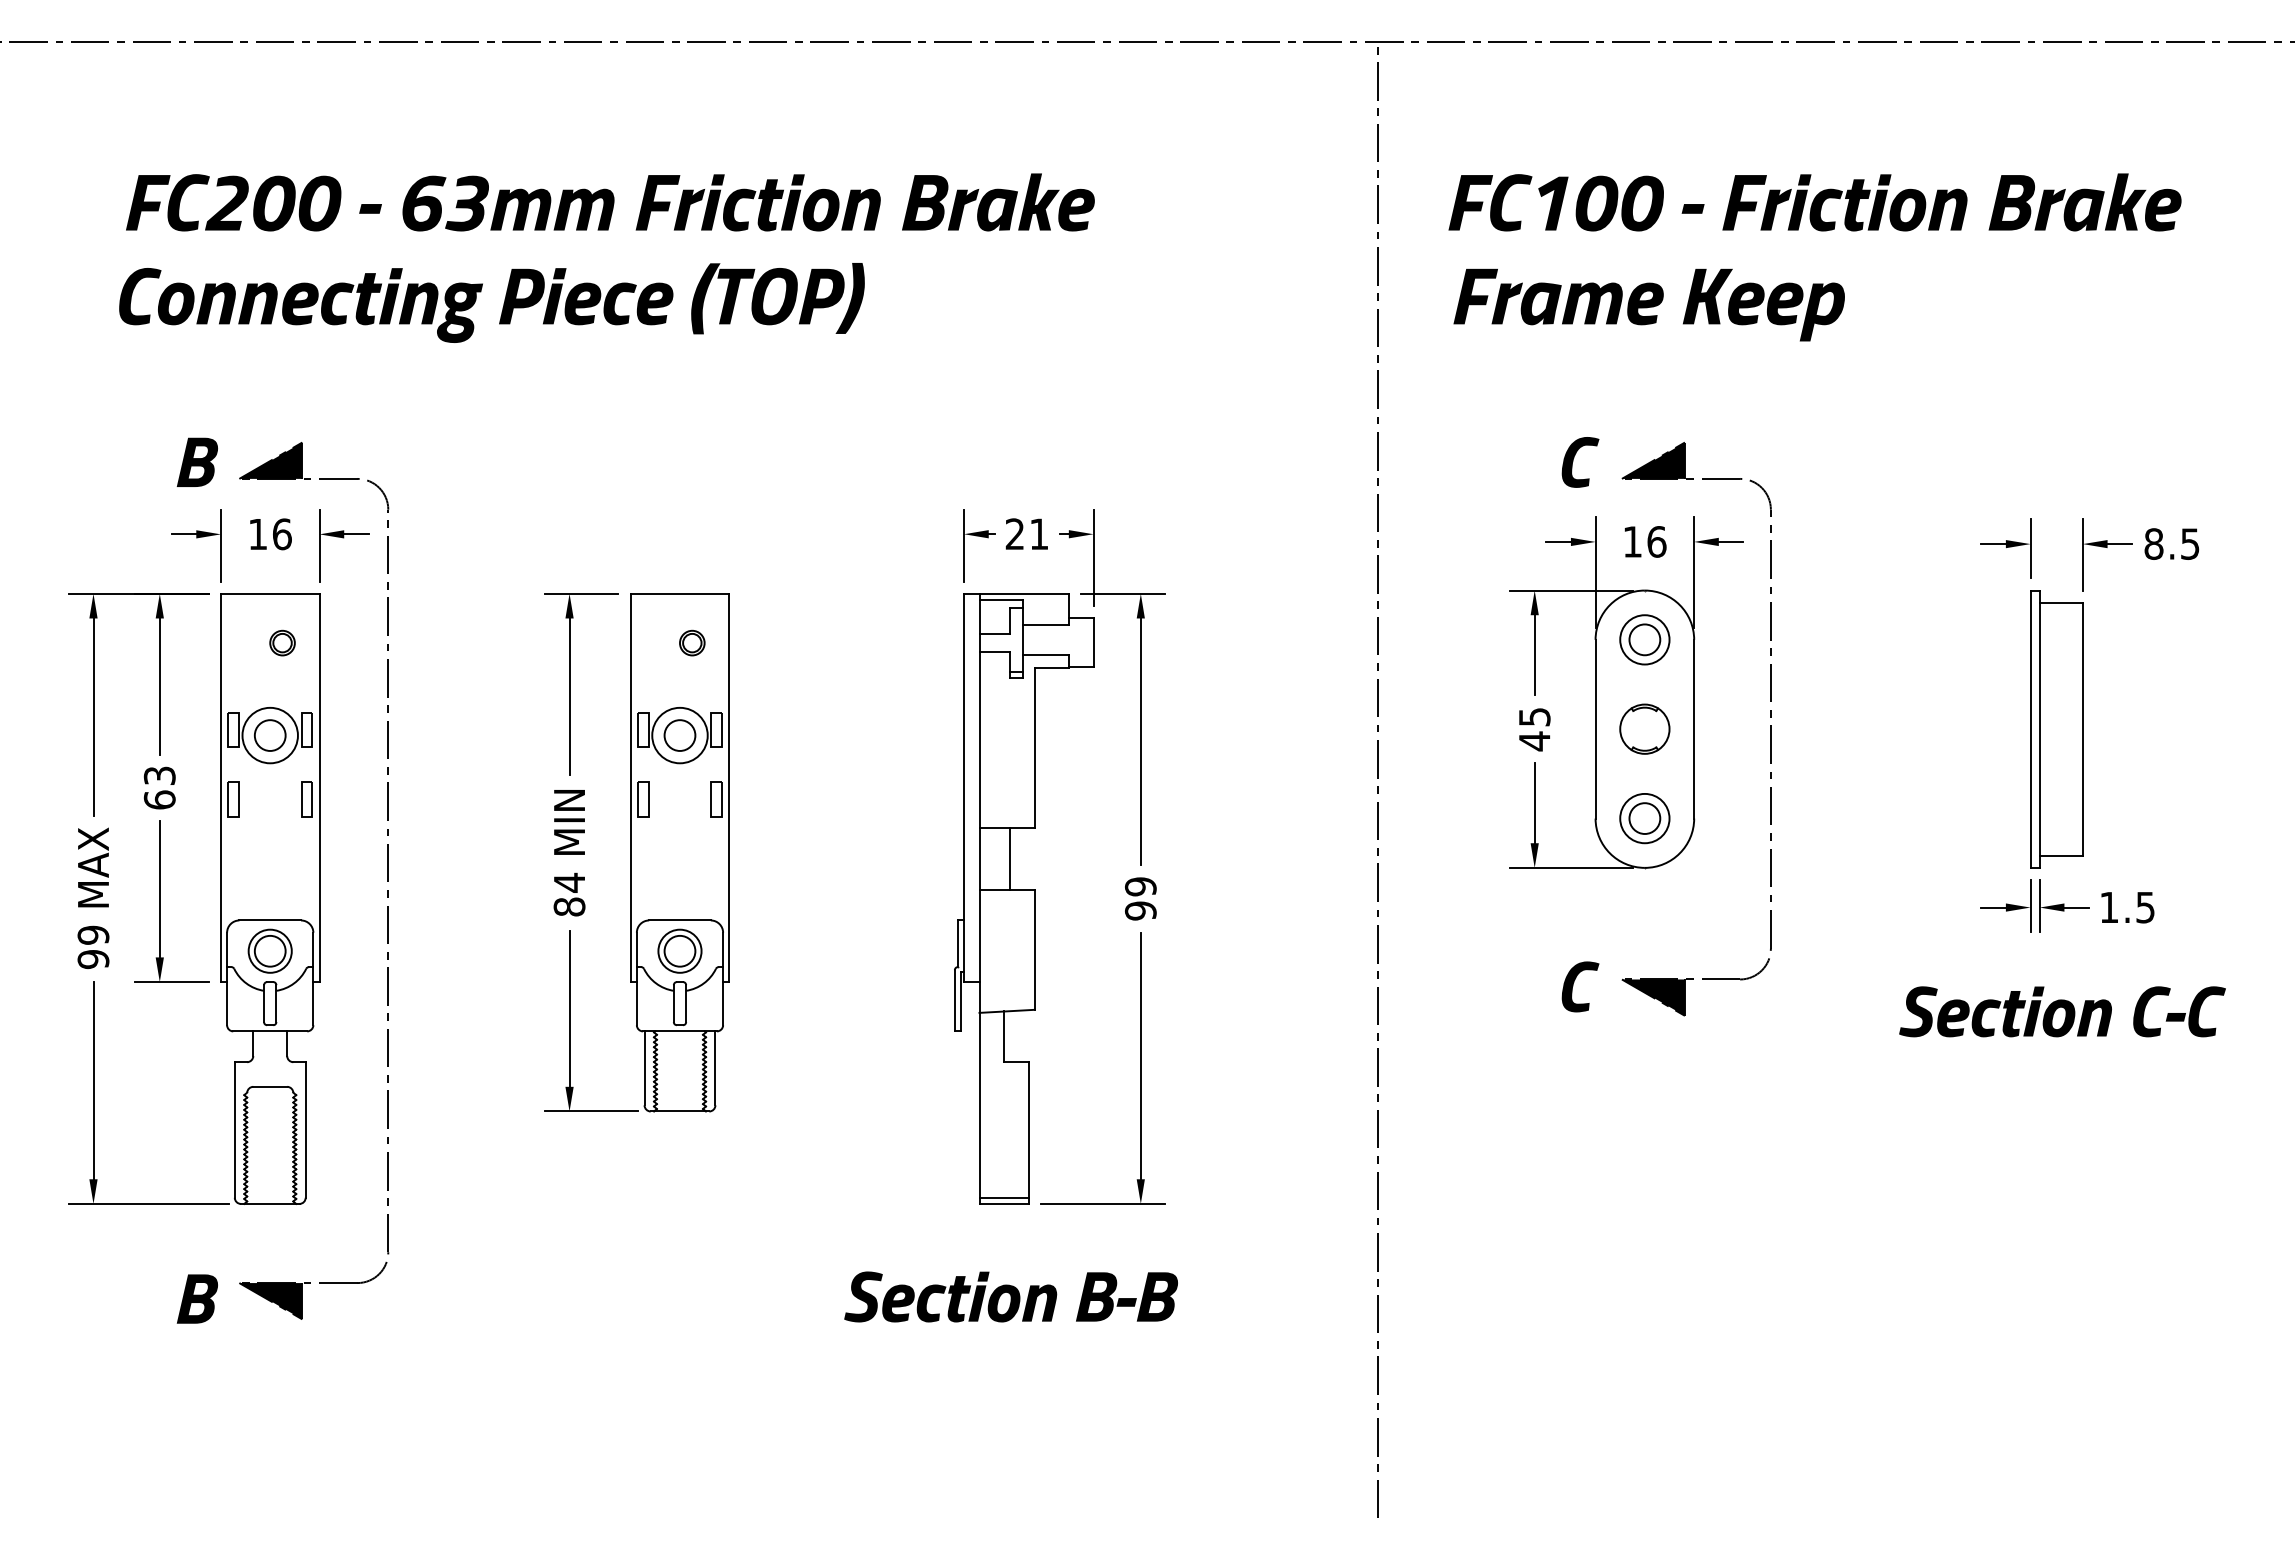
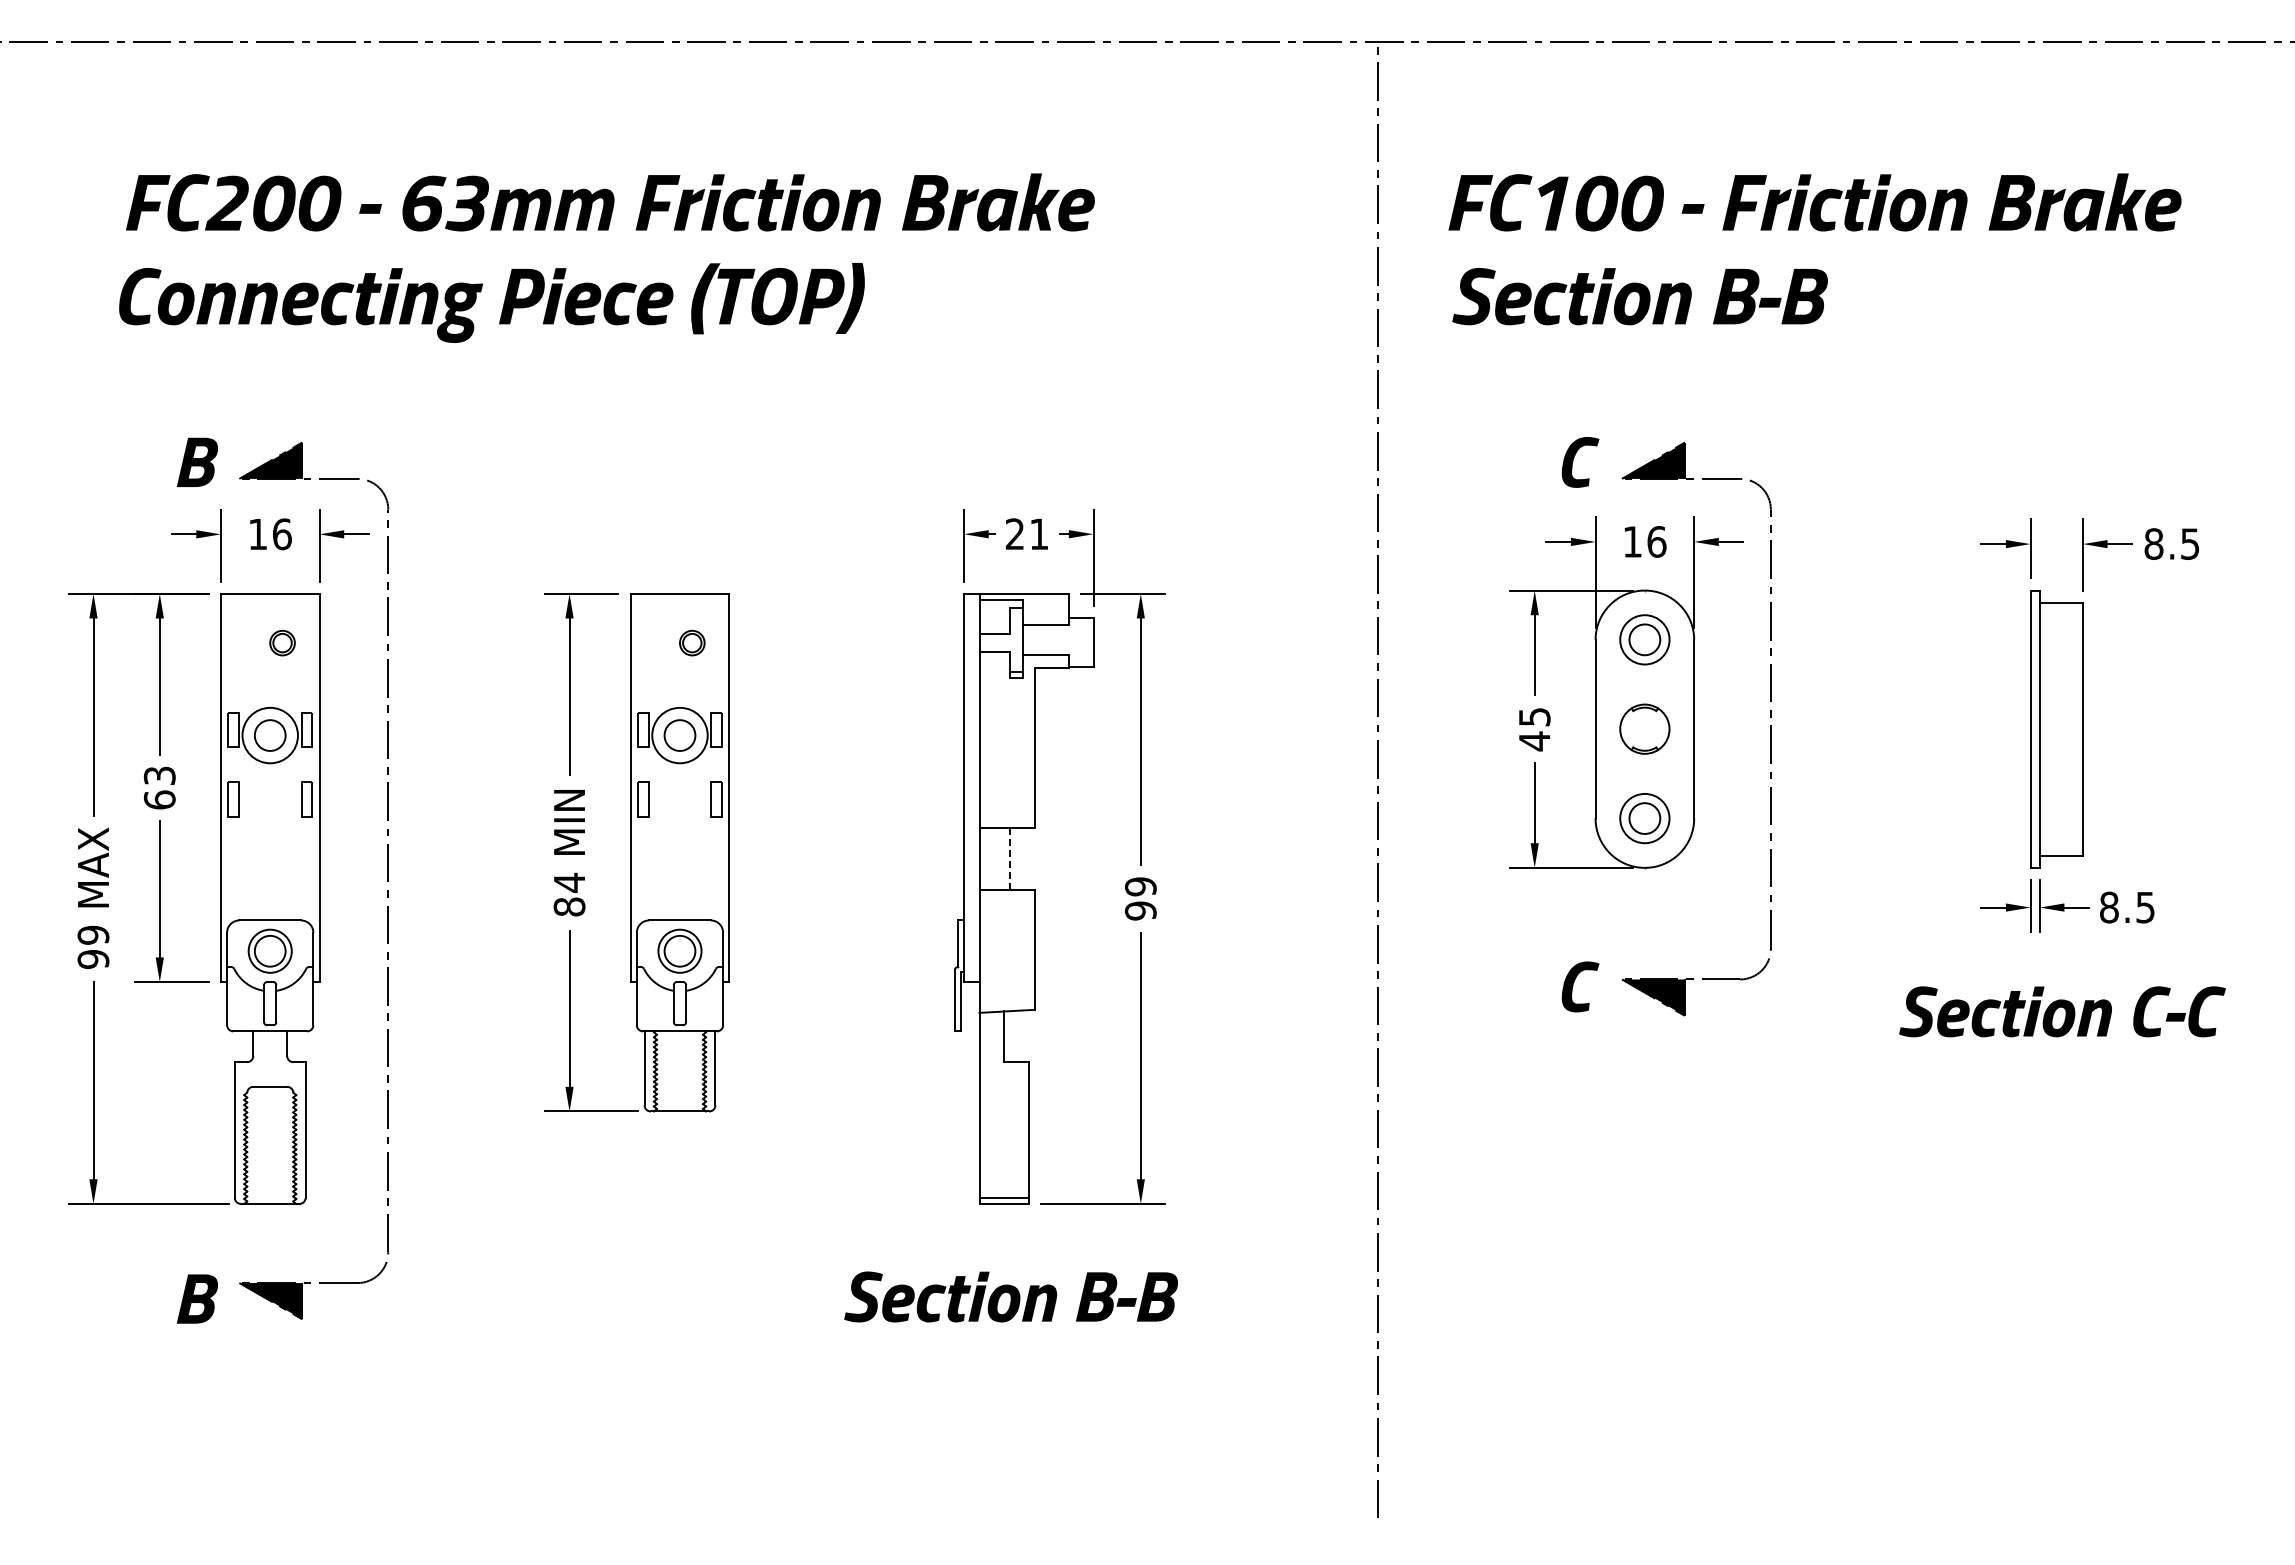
text at (1648, 304): Frame Keep -> Section B-B
line at (1010, 858): solid -> dashed
text at (2109, 907): 1.5 -> 8.5
